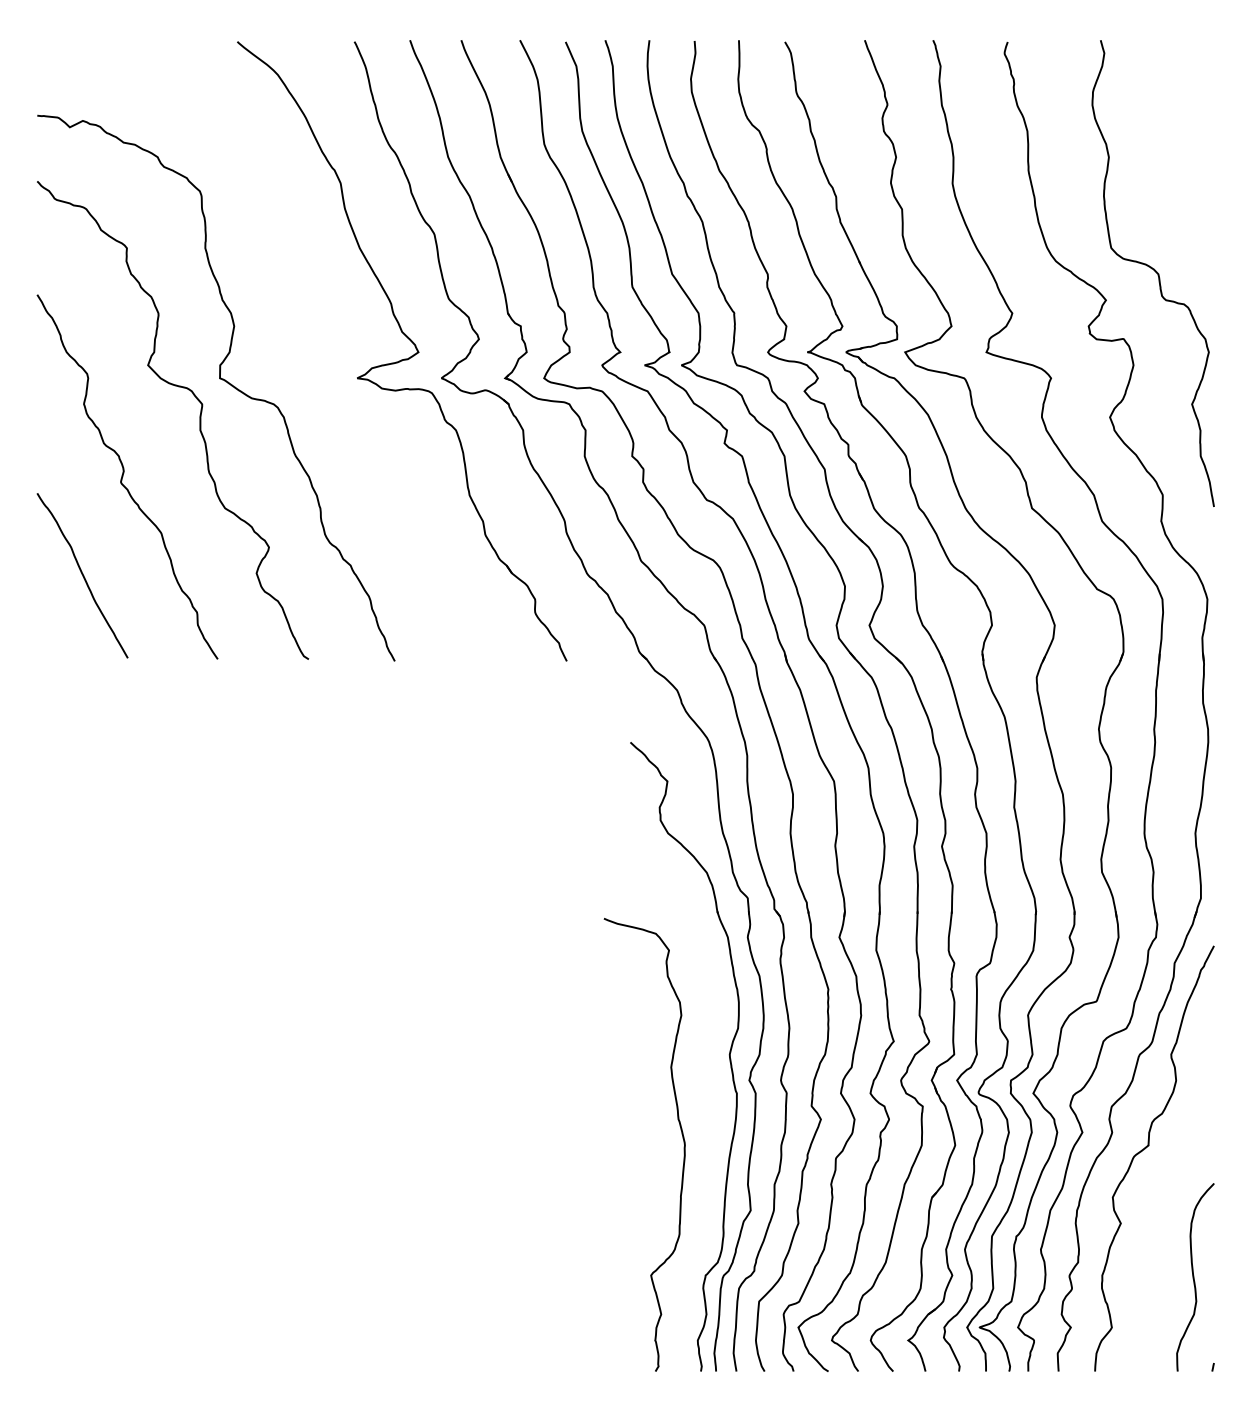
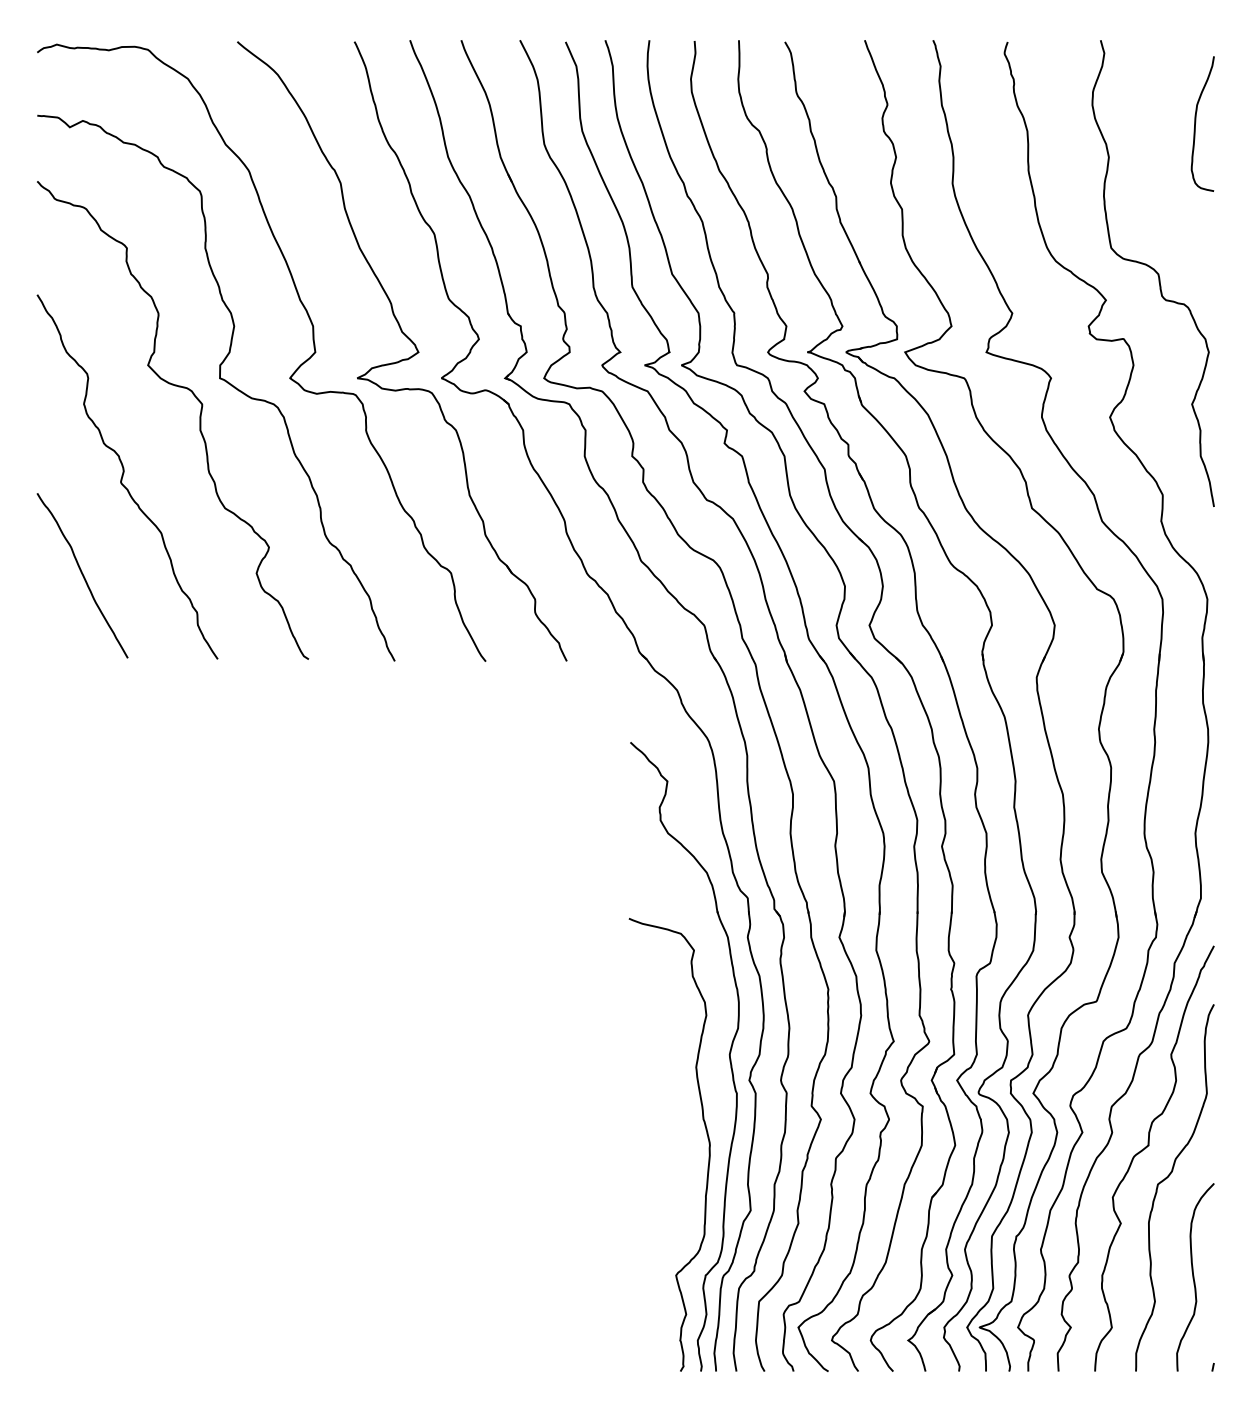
curve at (1196, 122): none -> present
curve at (291, 374): none -> present
curve at (681, 1134) position: (681, 1134) -> (706, 1134)
curve at (1166, 1179): none -> present
